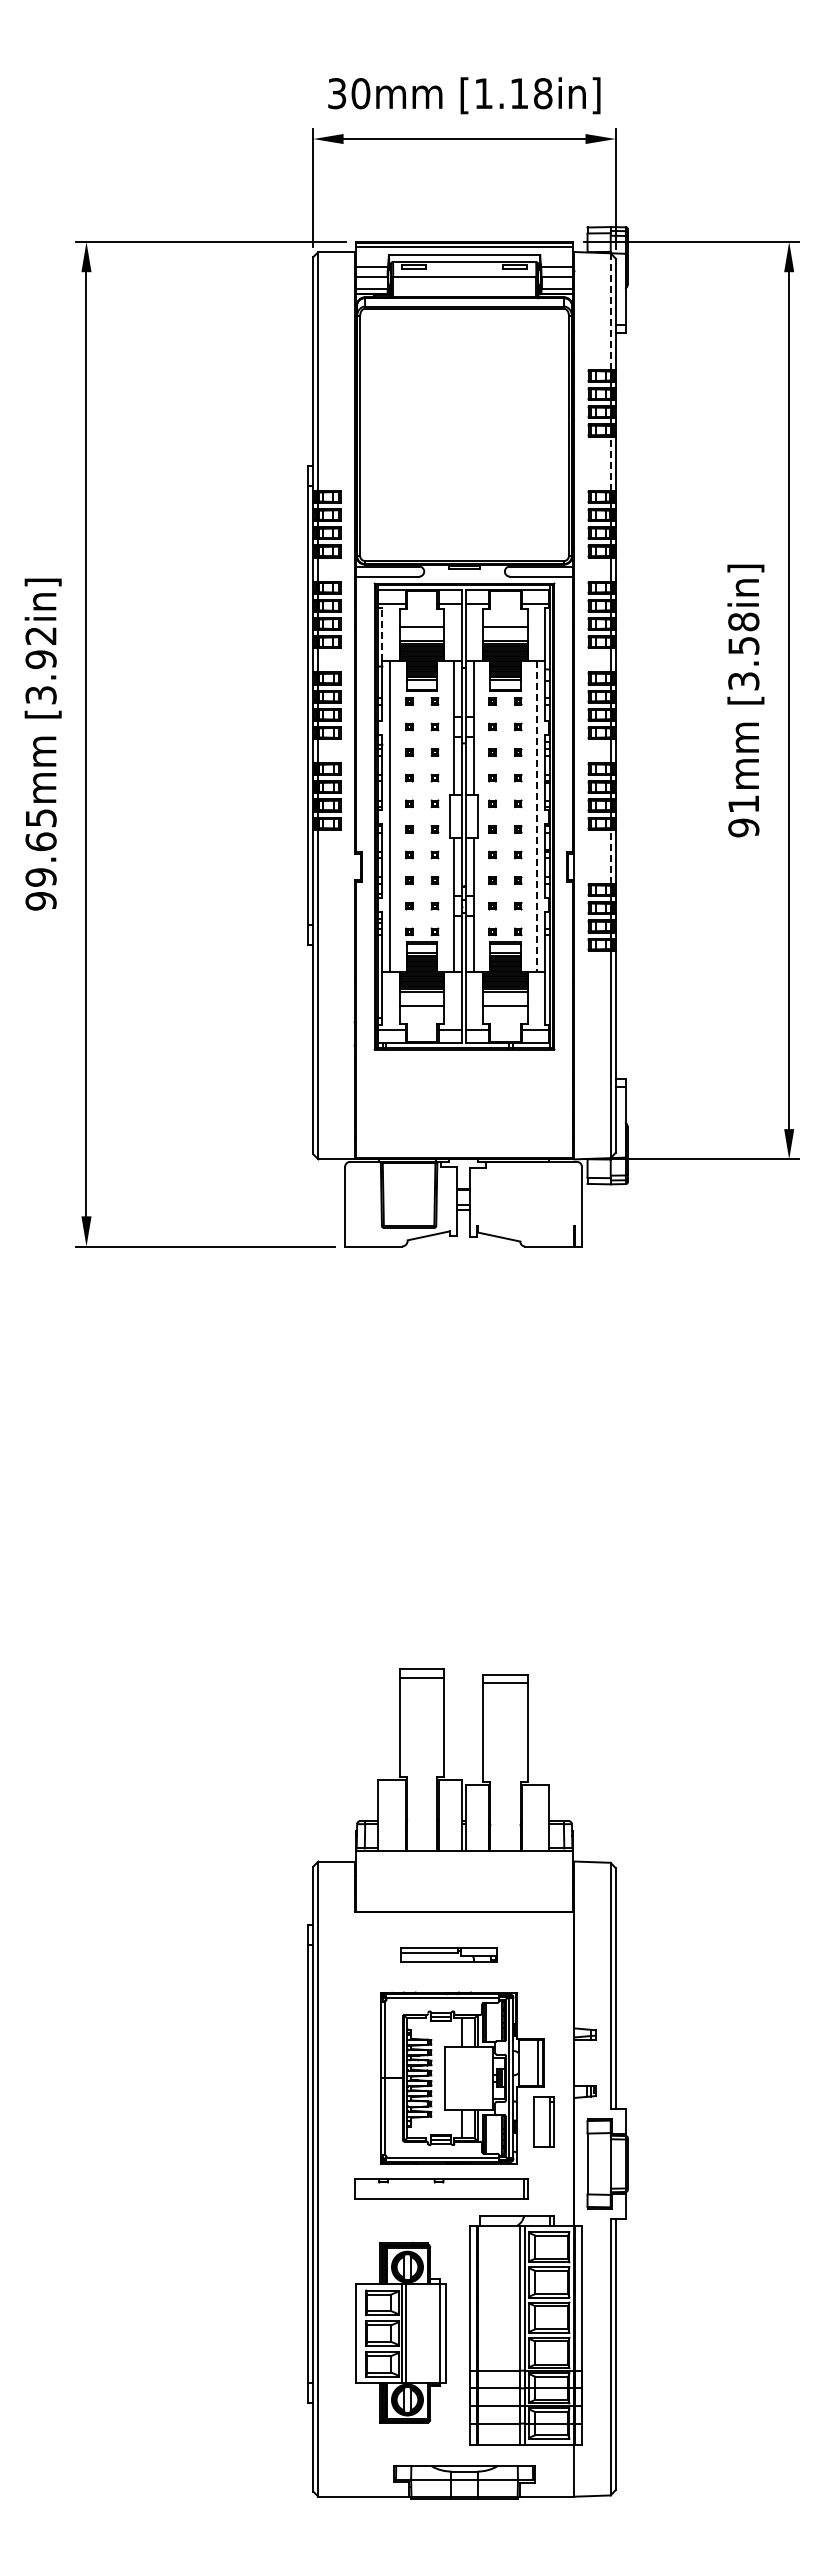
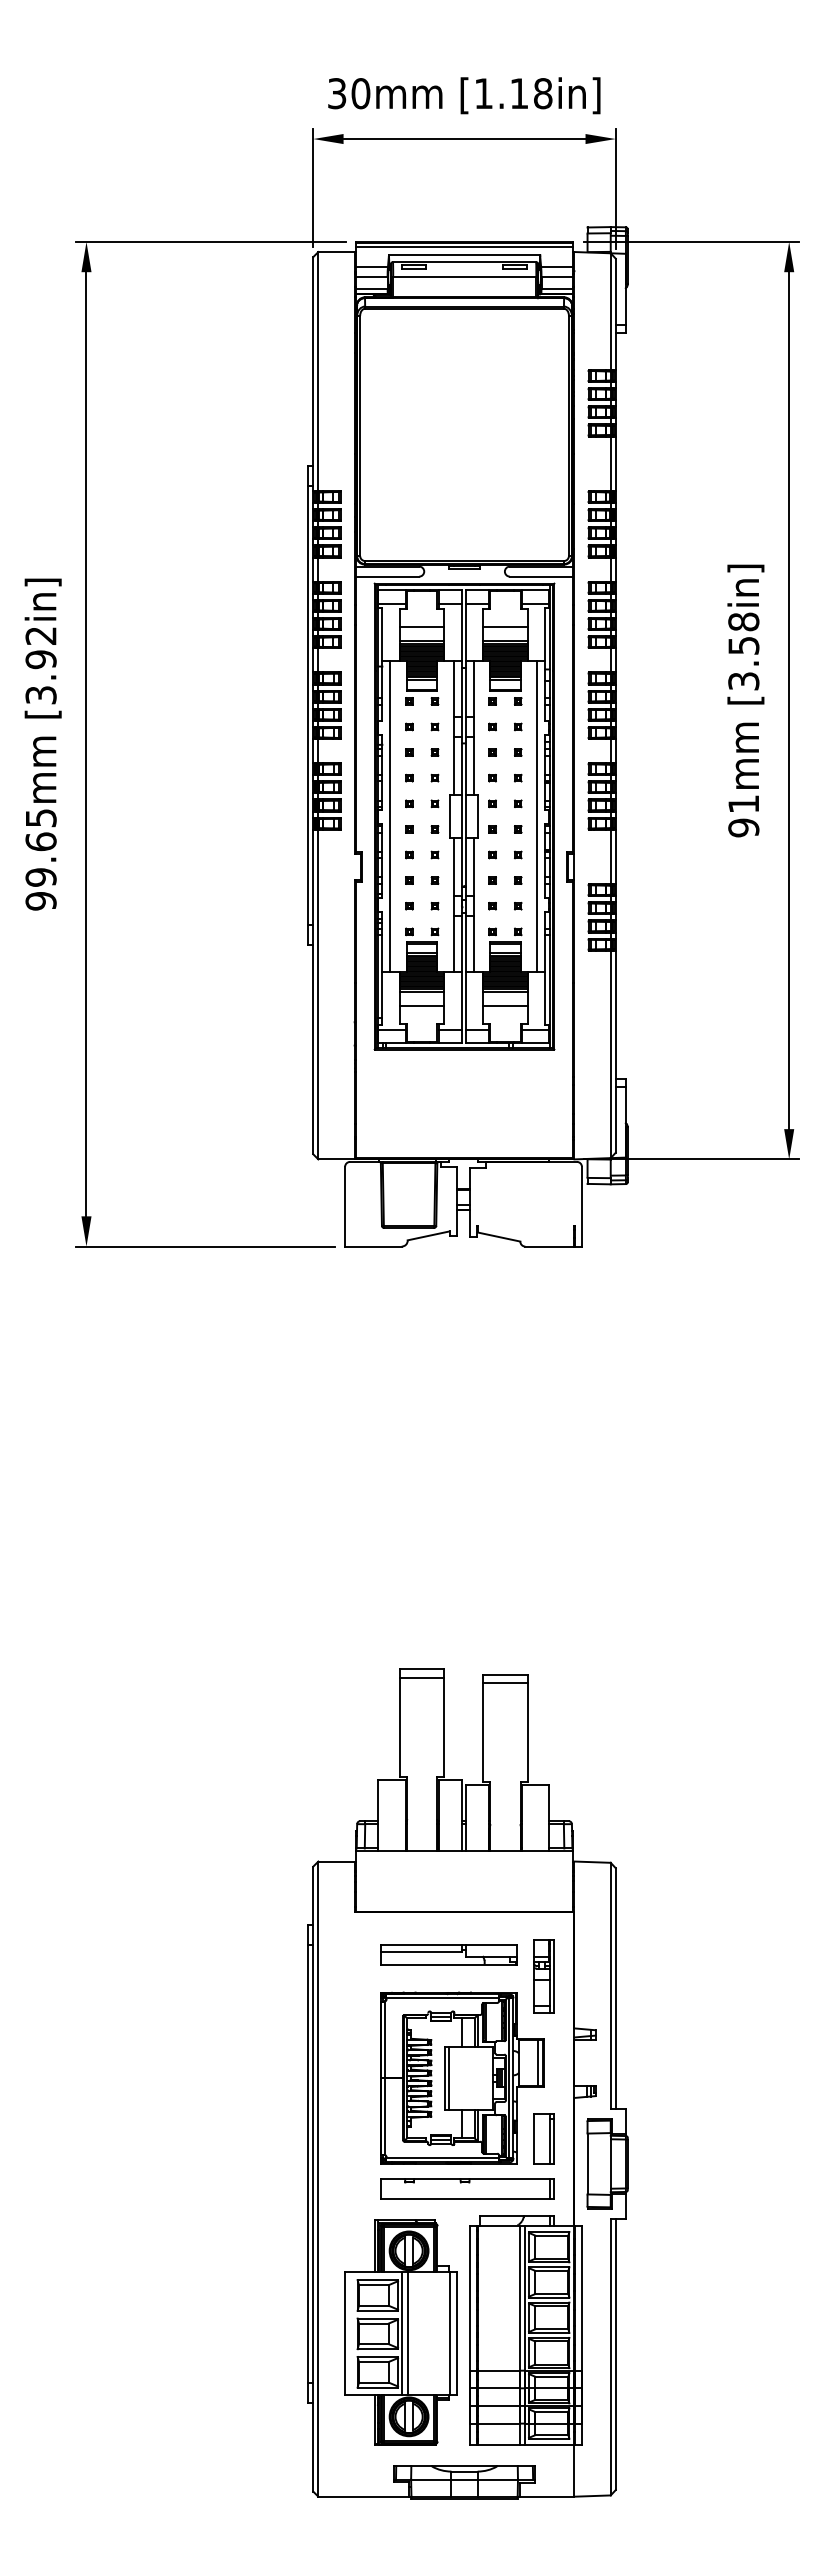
line at (610, 311): dashed -> solid
line at (610, 463): dashed -> solid
line at (382, 634): dashed -> solid
line at (537, 816): dashed -> solid
line at (610, 856): dashed -> solid
part at (448, 1954) size: 98x16 px -> 138x22 px
part at (543, 1976): none -> present
line at (448, 2078): none -> present
part at (543, 2121) position: (543, 2121) -> (543, 2138)
part at (441, 2188) position: (441, 2188) -> (467, 2188)
part at (400, 2332) size: 92x183 px -> 114x227 px
